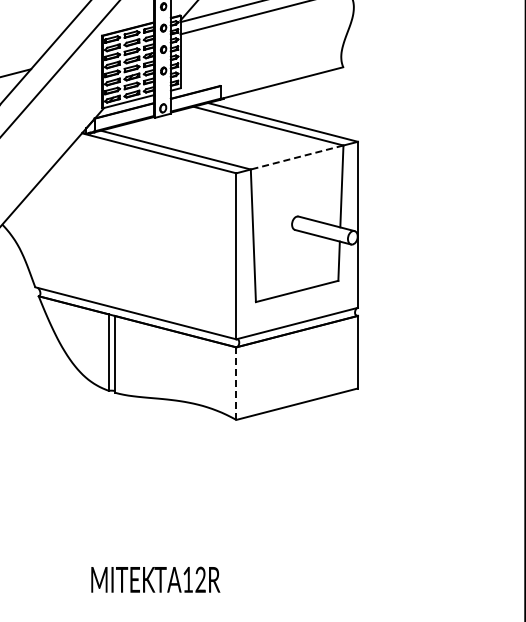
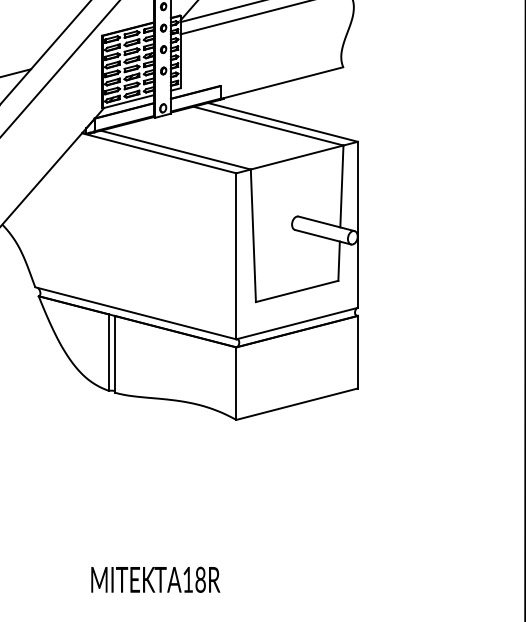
line at (297, 157): dashed -> solid
line at (236, 384): dashed -> solid
text at (200, 580): TA12R -> TA18R
